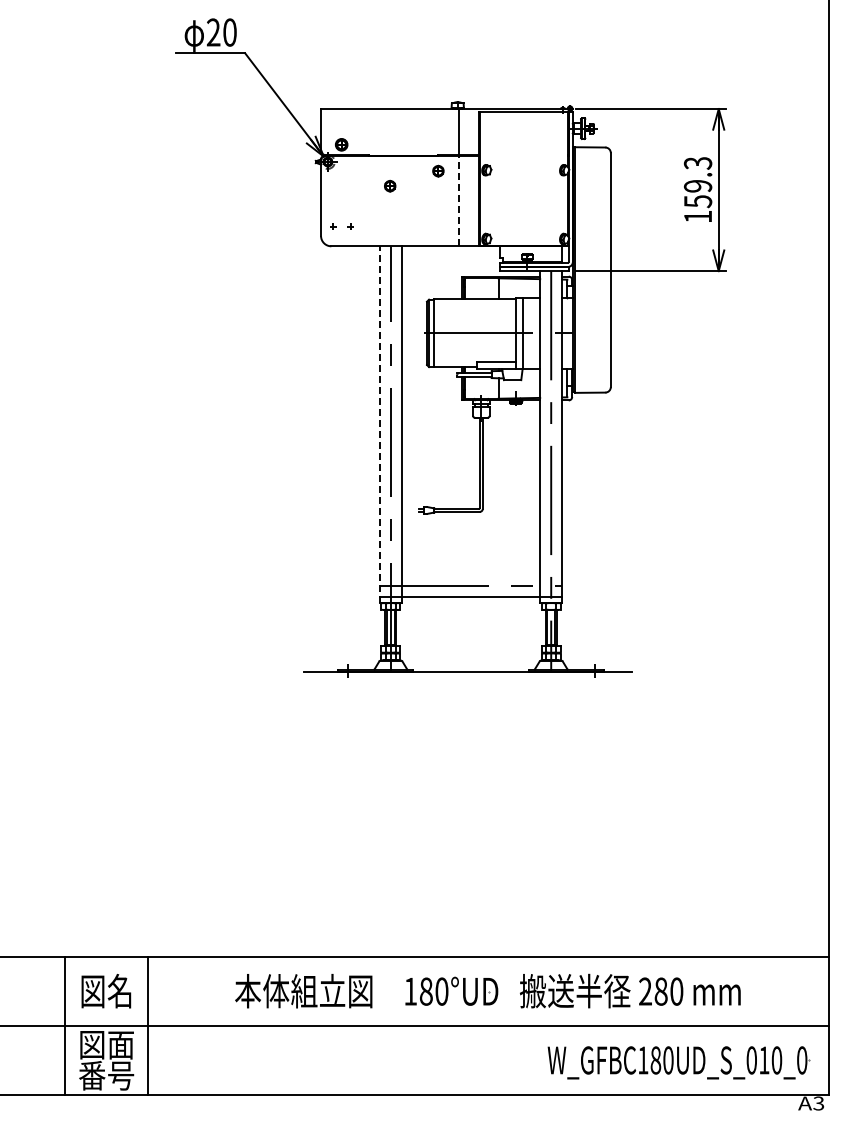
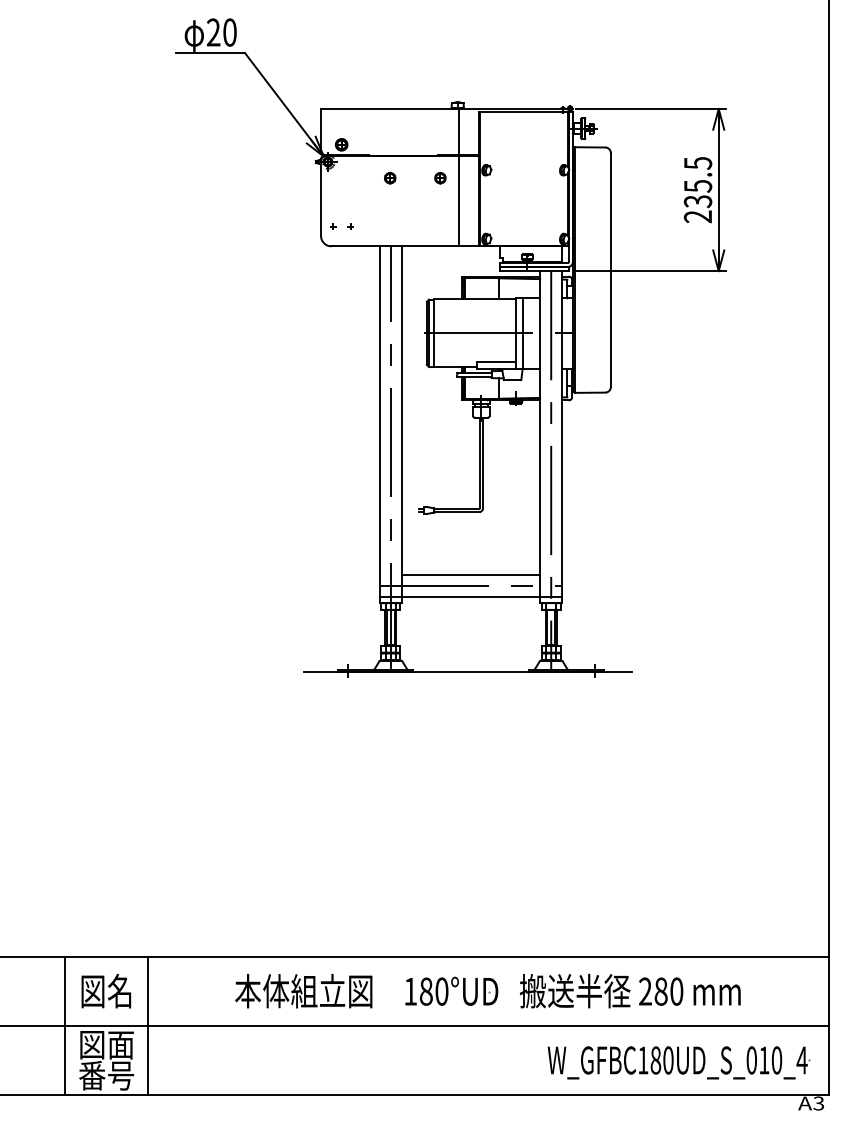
part at (438, 170) position: (438, 170) -> (440, 177)
part at (390, 185) position: (390, 185) -> (390, 177)
text at (697, 190): 159.3 -> 235.5
line at (458, 200): dashed -> solid
line at (379, 424): dashed -> solid
line at (470, 574): none -> present
text at (801, 1060): W_GFBC180UD_S_010_0 -> W_GFBC180UD_S_010_4
